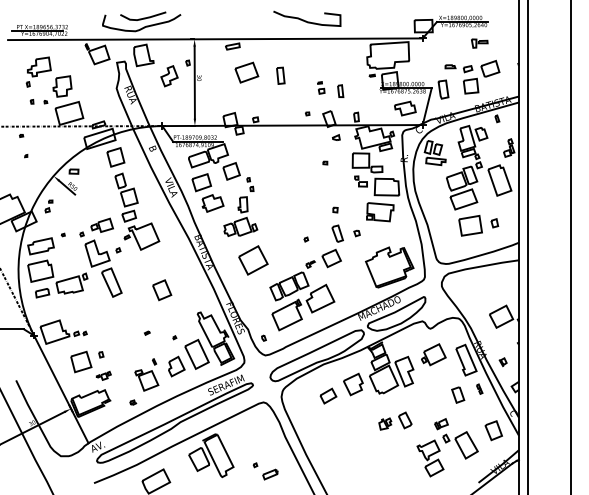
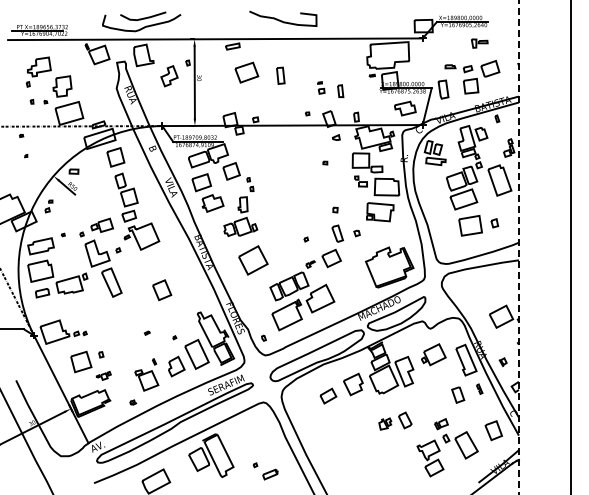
curve at (306, 20) position: (306, 20) -> (282, 20)
line at (527, 246): present -> none
line at (518, 247): solid -> dashed
